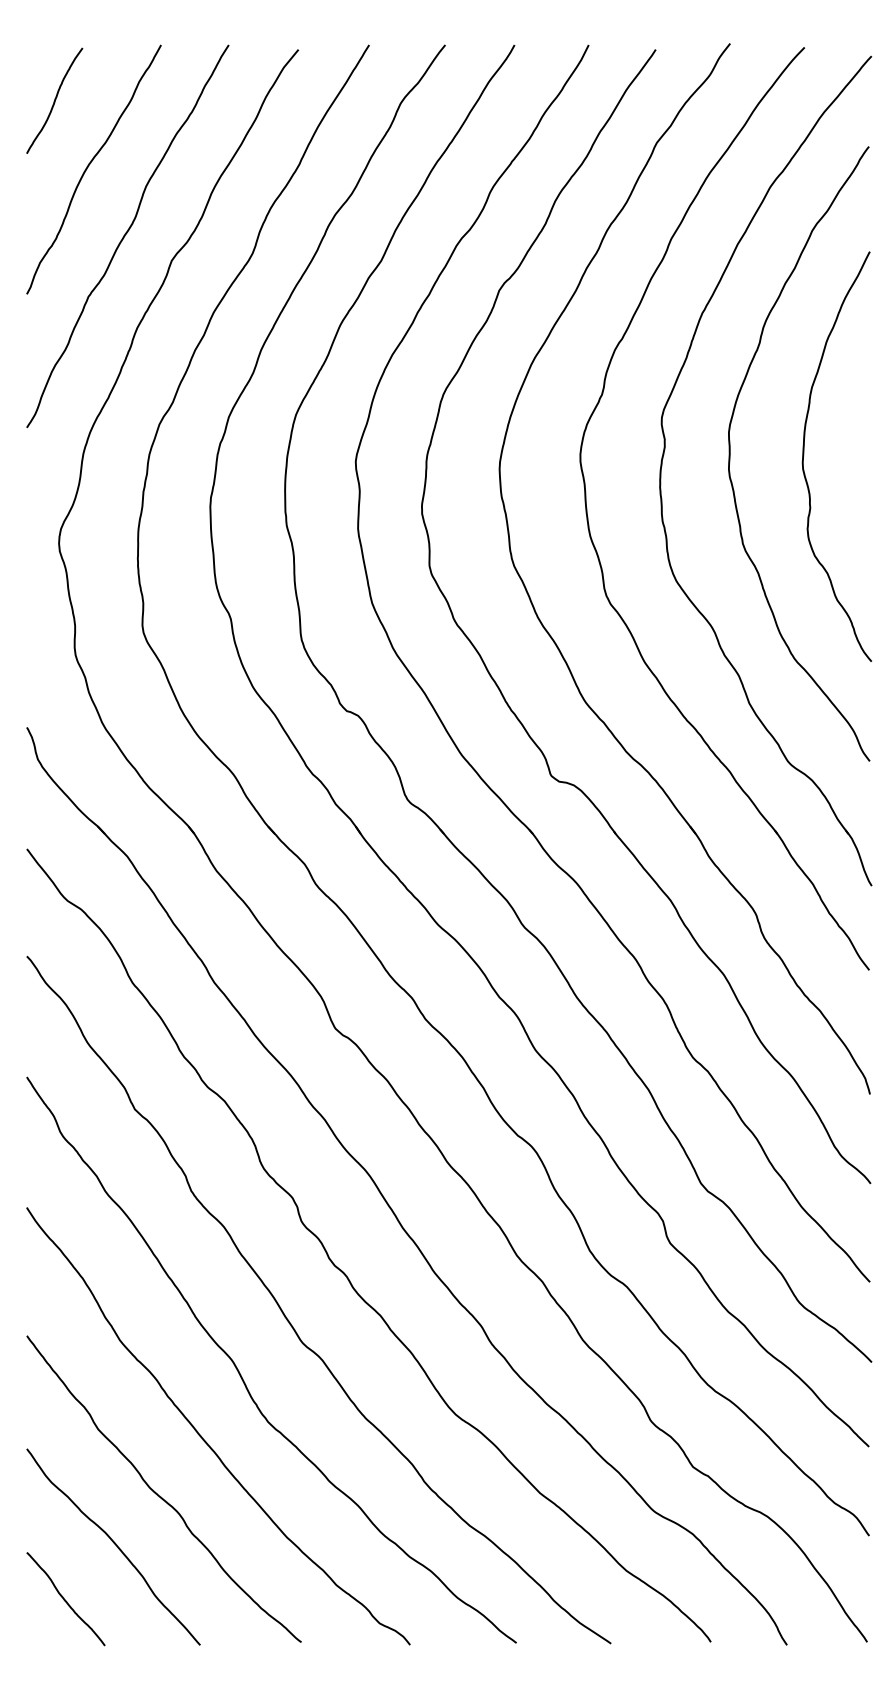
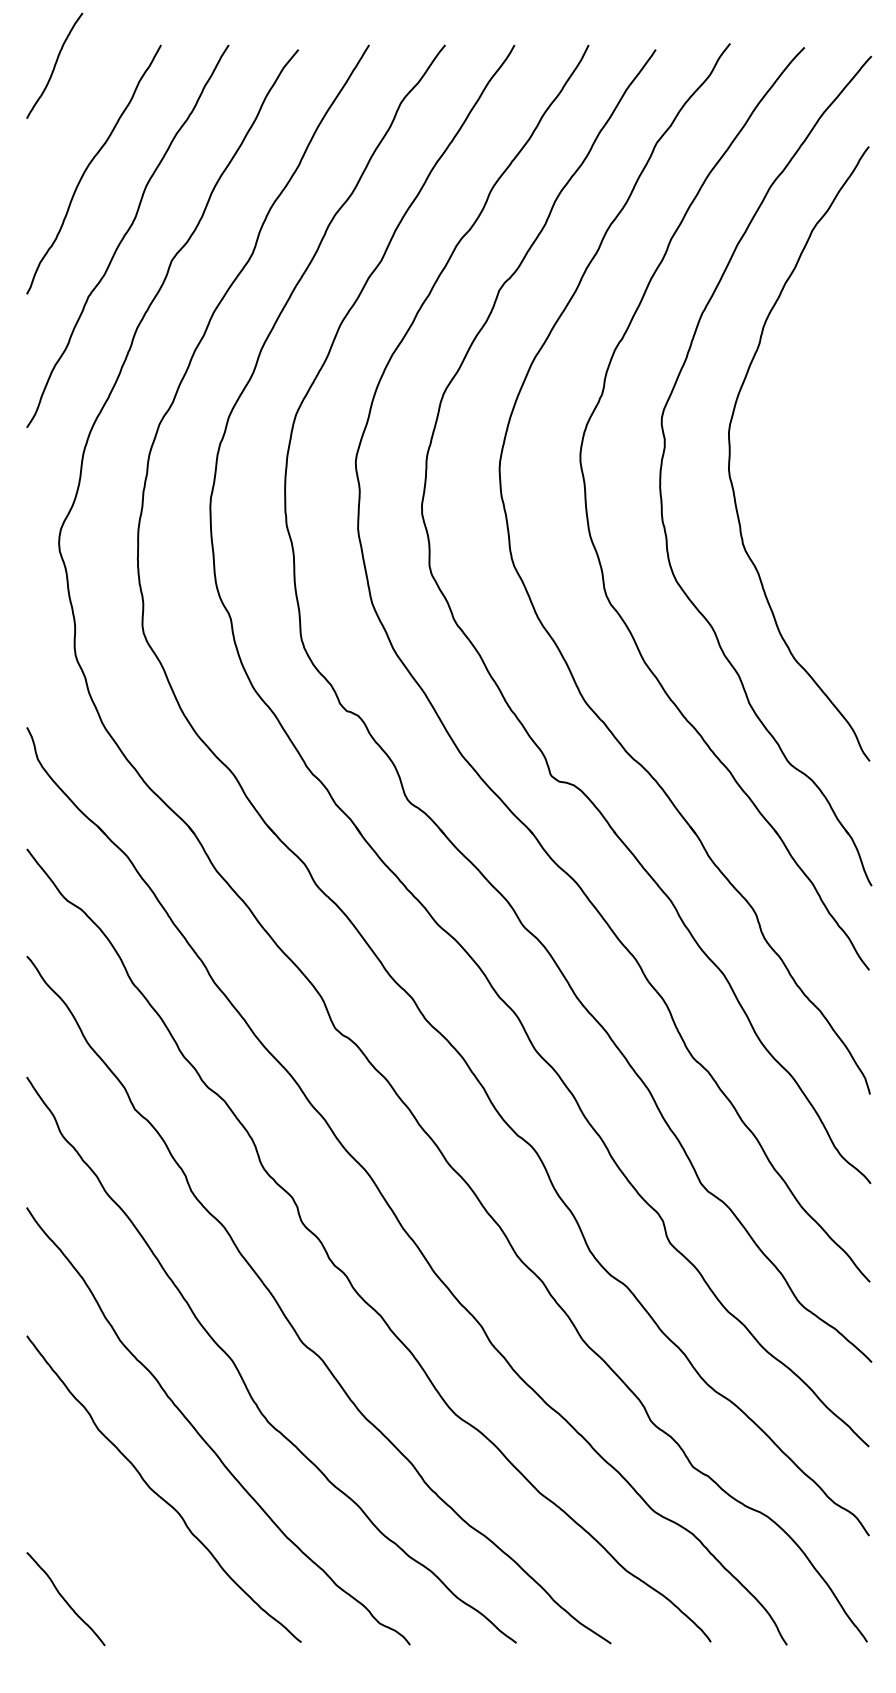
curve at (54, 100) position: (54, 100) -> (54, 65)
curve at (804, 455): present -> none
curve at (114, 1544): present -> none
